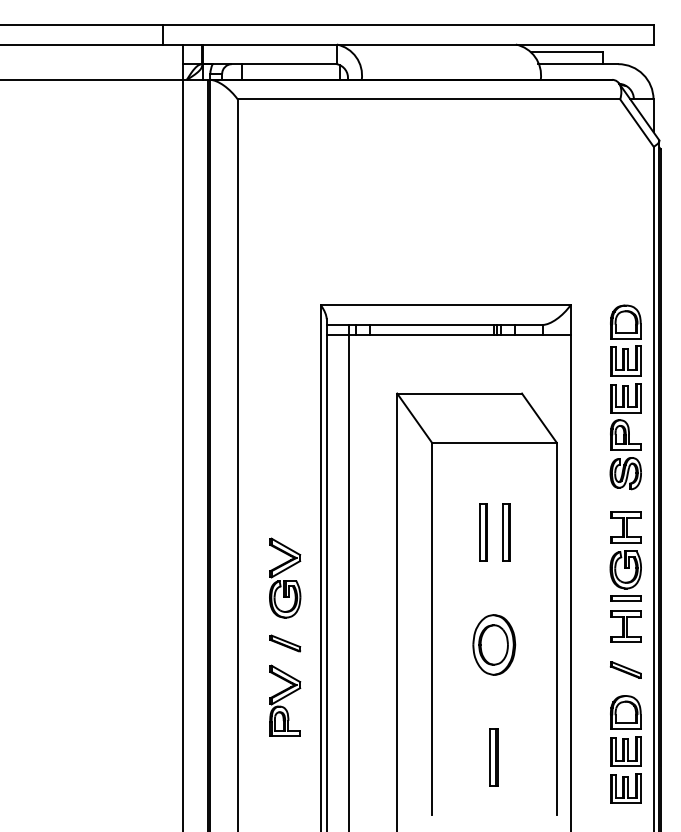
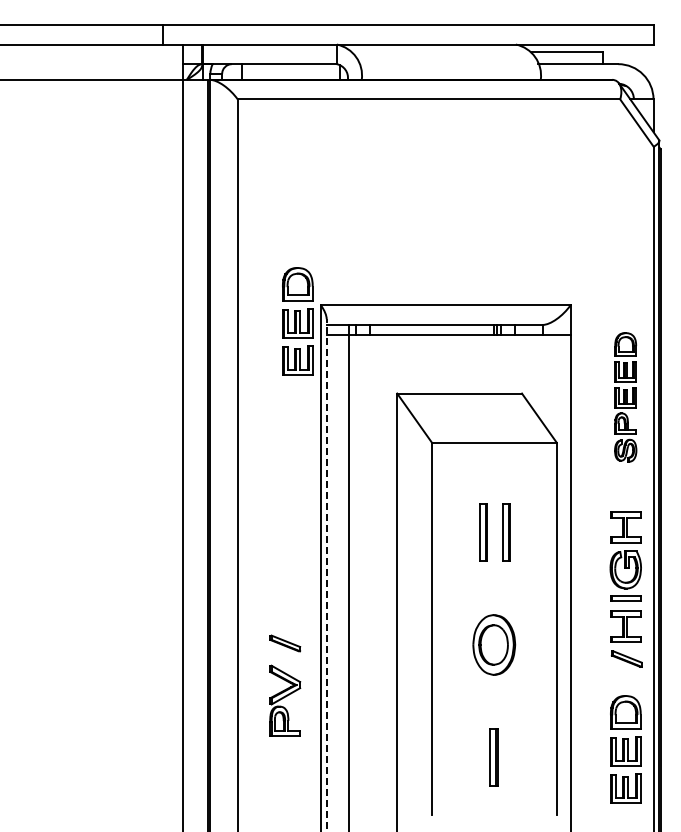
part at (297, 321): none -> present
part at (625, 397) size: 33x187 px -> 24x131 px
line at (326, 574): solid -> dashed
part at (285, 577): present -> none
part at (625, 669) position: (625, 669) -> (626, 658)
